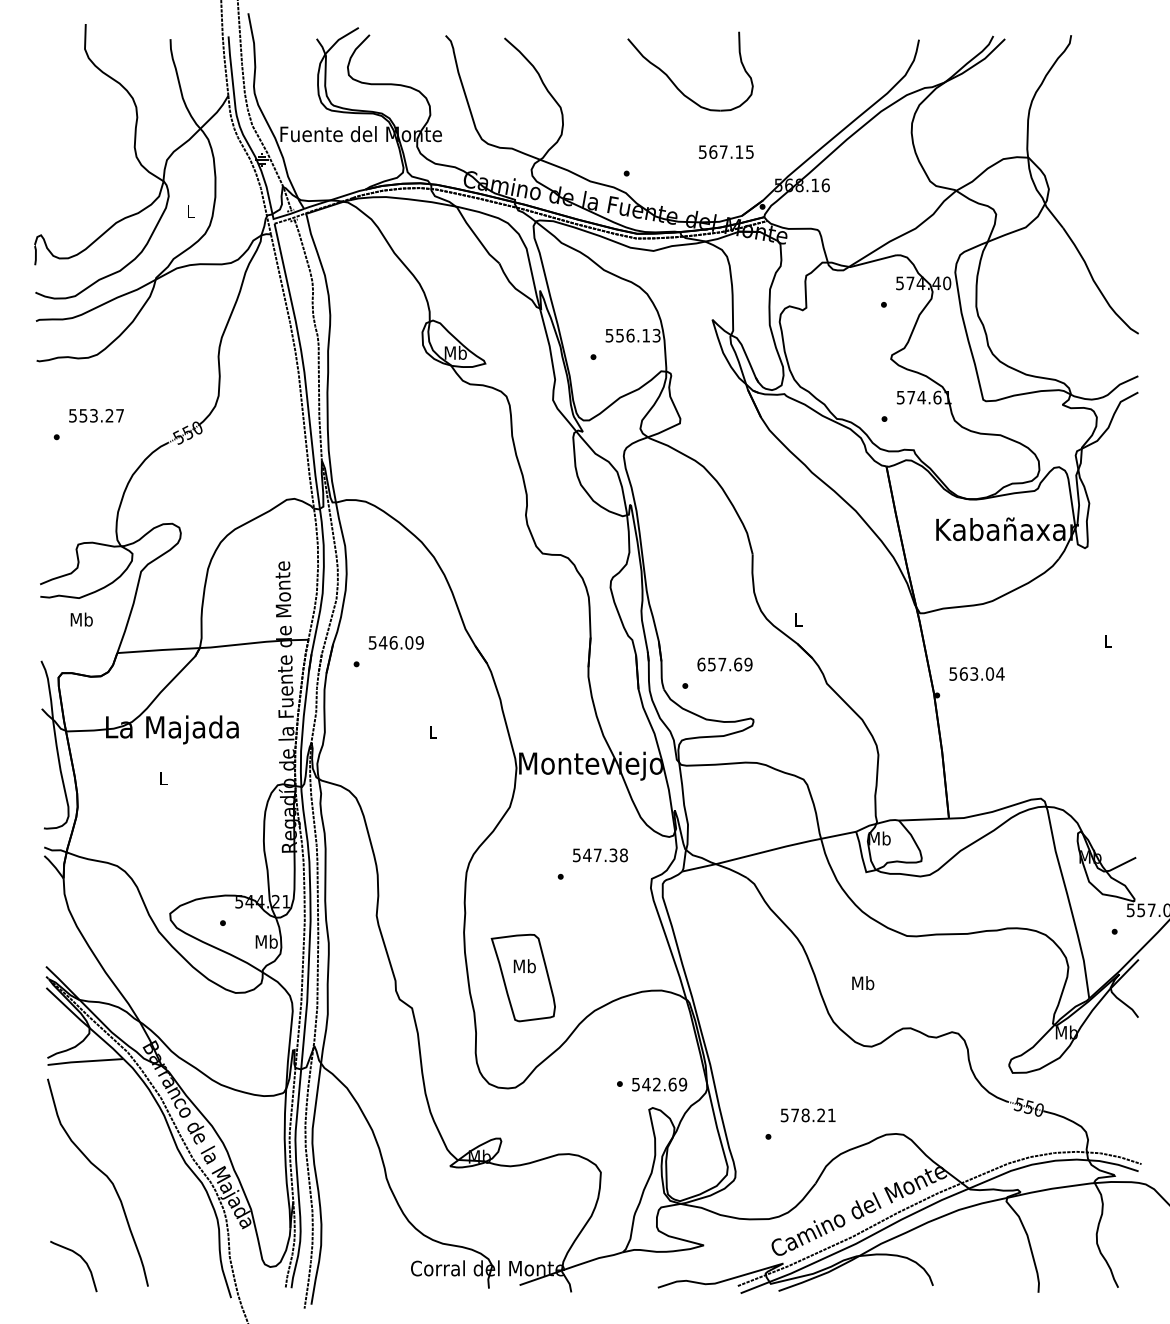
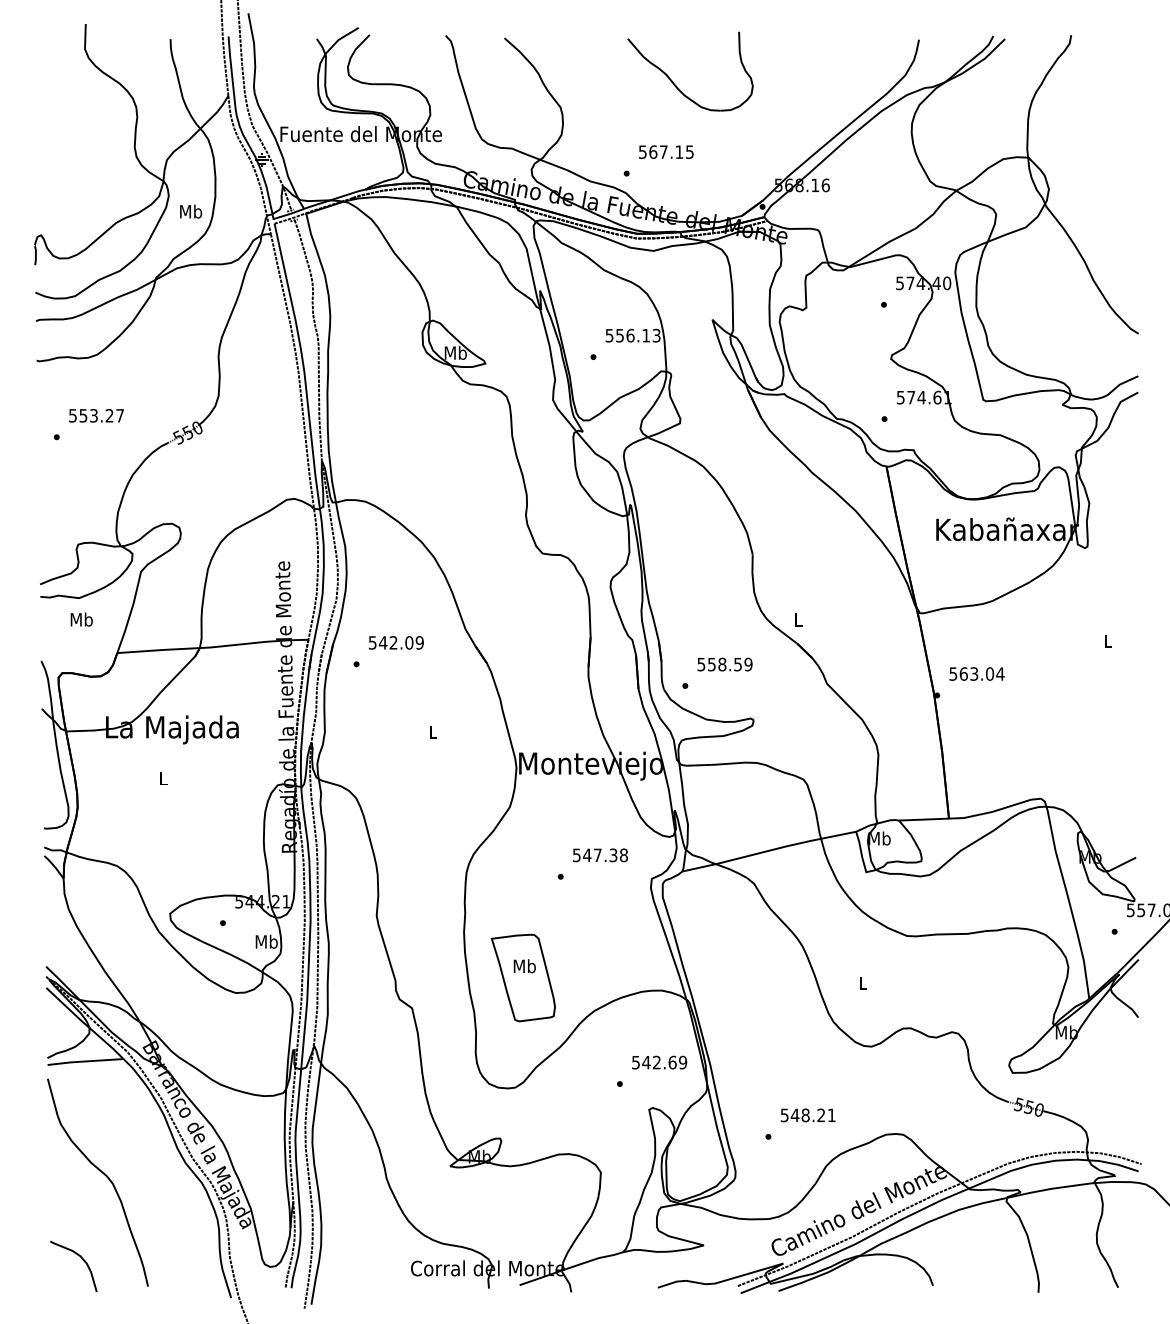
text at (726, 151) position: (726, 151) -> (666, 151)
text at (191, 211): L -> Mb
text at (393, 642): 546.09 -> 542.09
text at (719, 664): 657.69 -> 558.59
text at (863, 983): Mb -> L
text at (659, 1084) position: (659, 1084) -> (659, 1062)
text at (794, 1115): 578.21 -> 548.21
